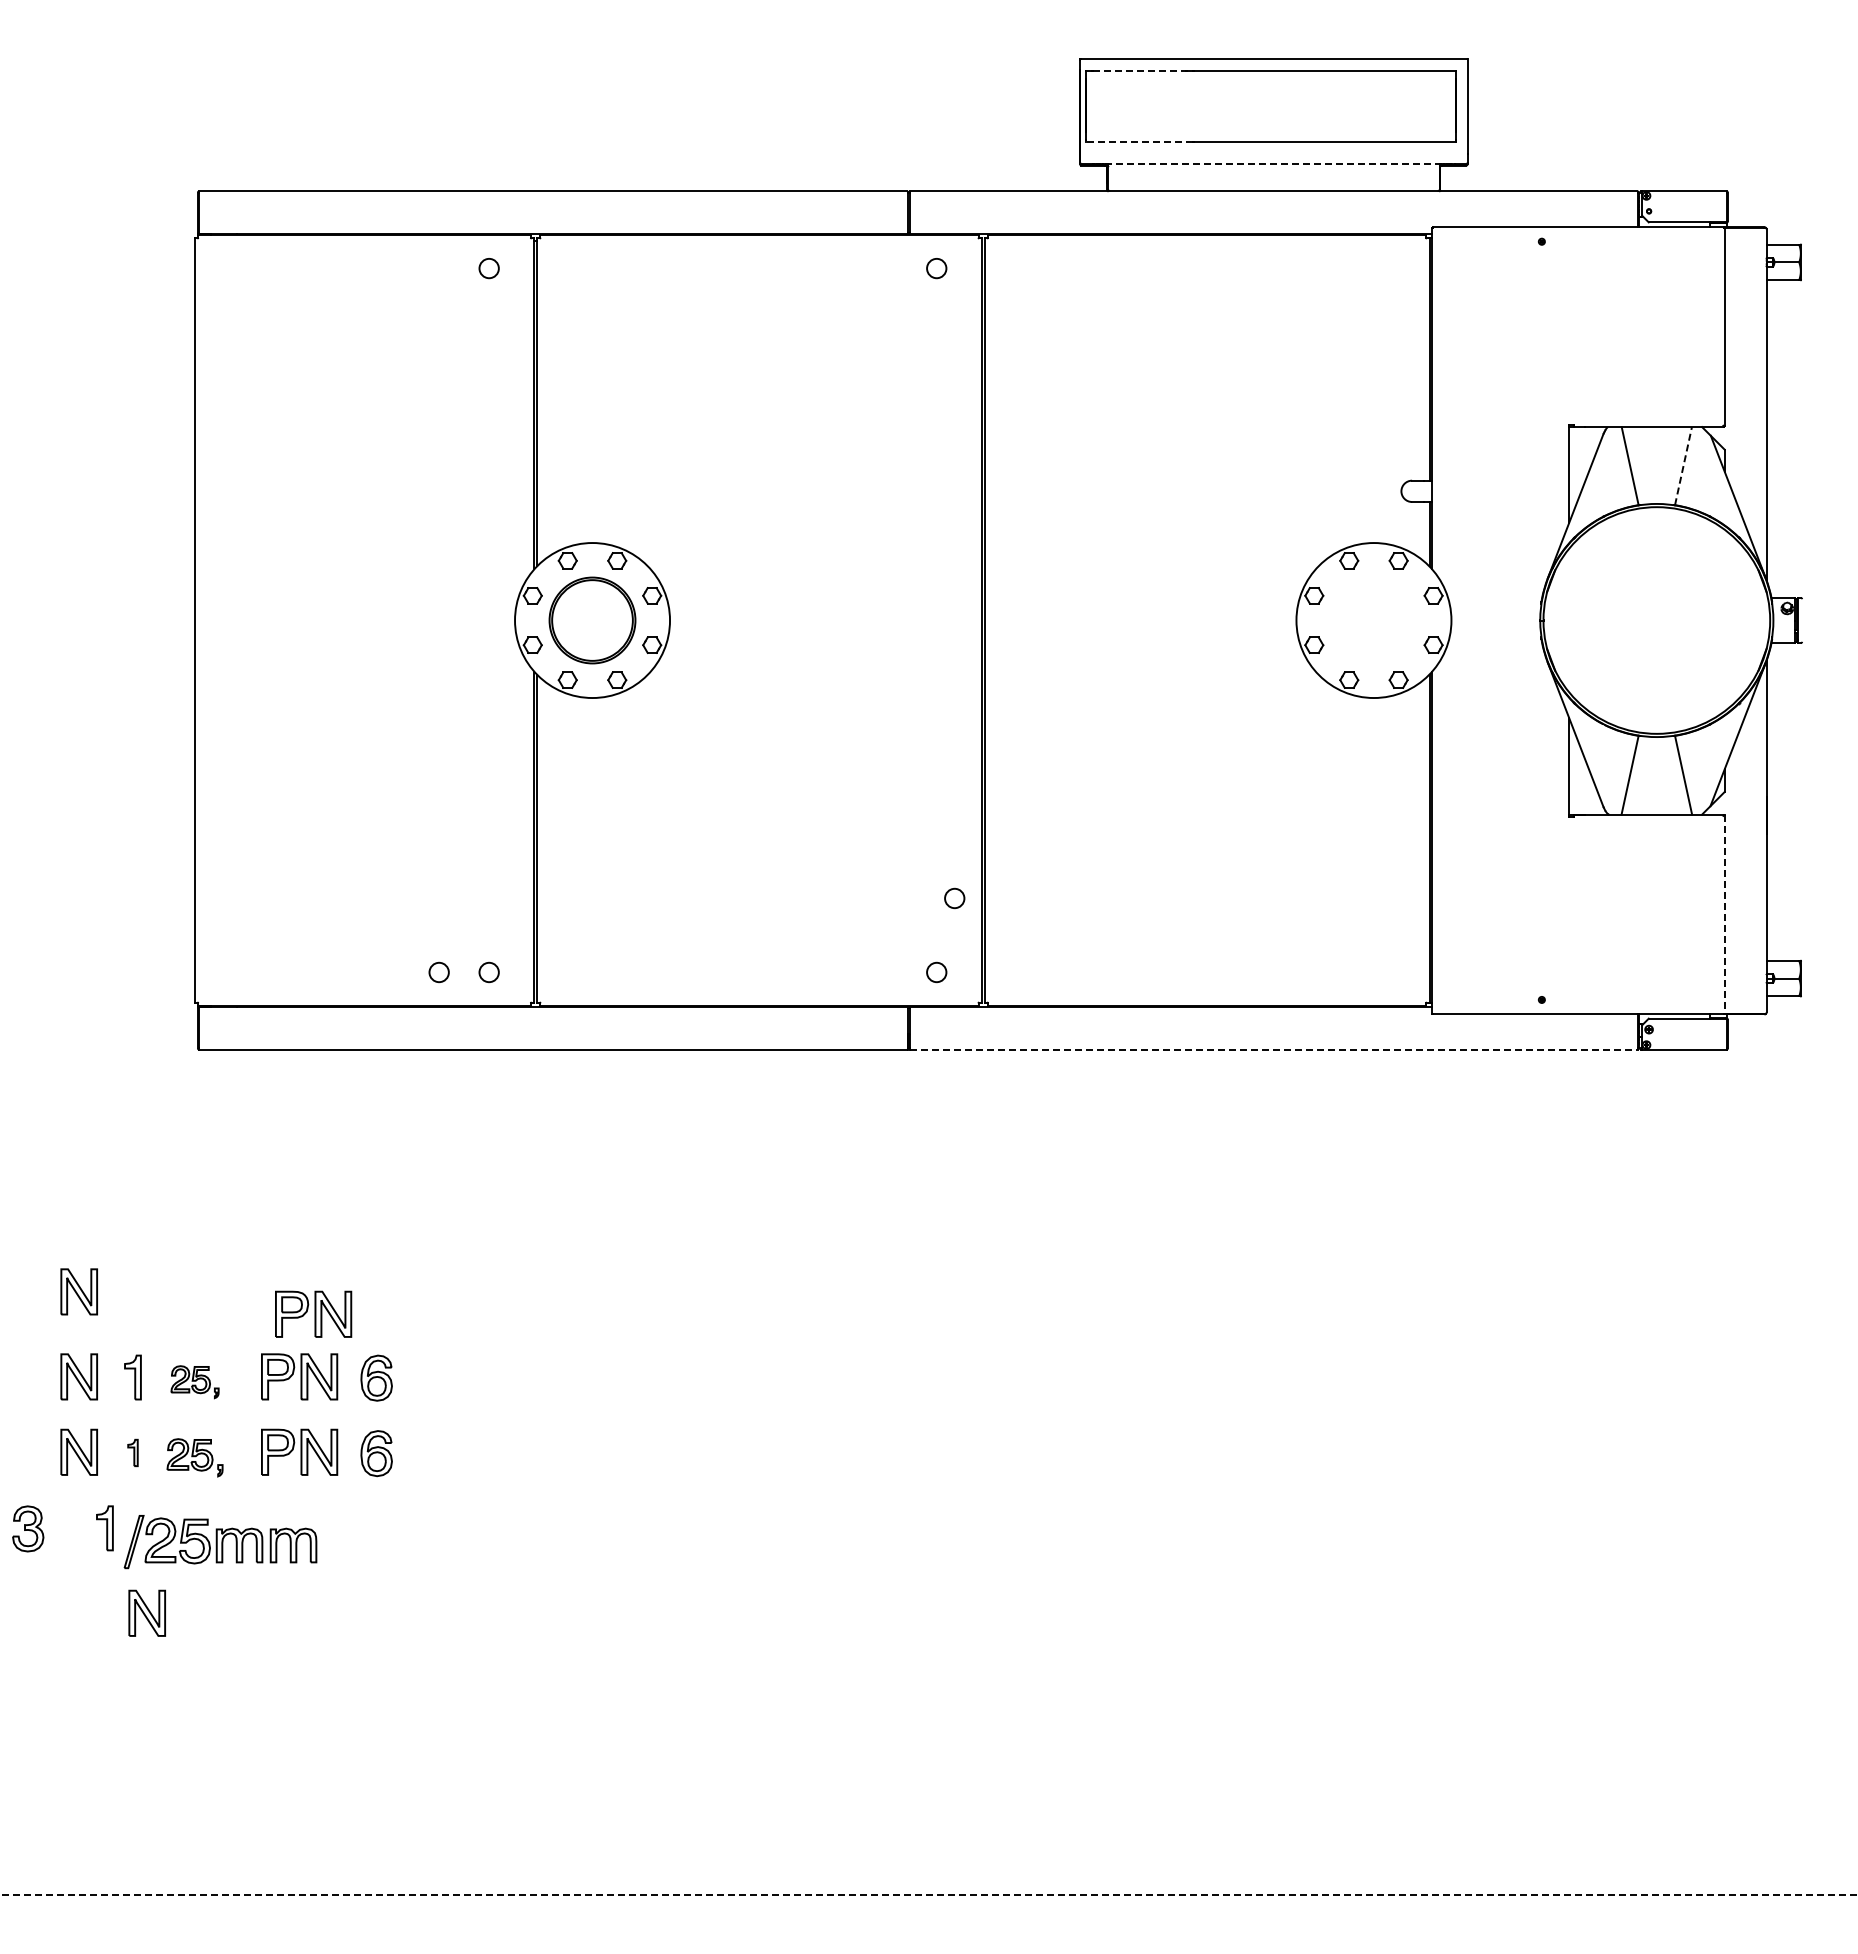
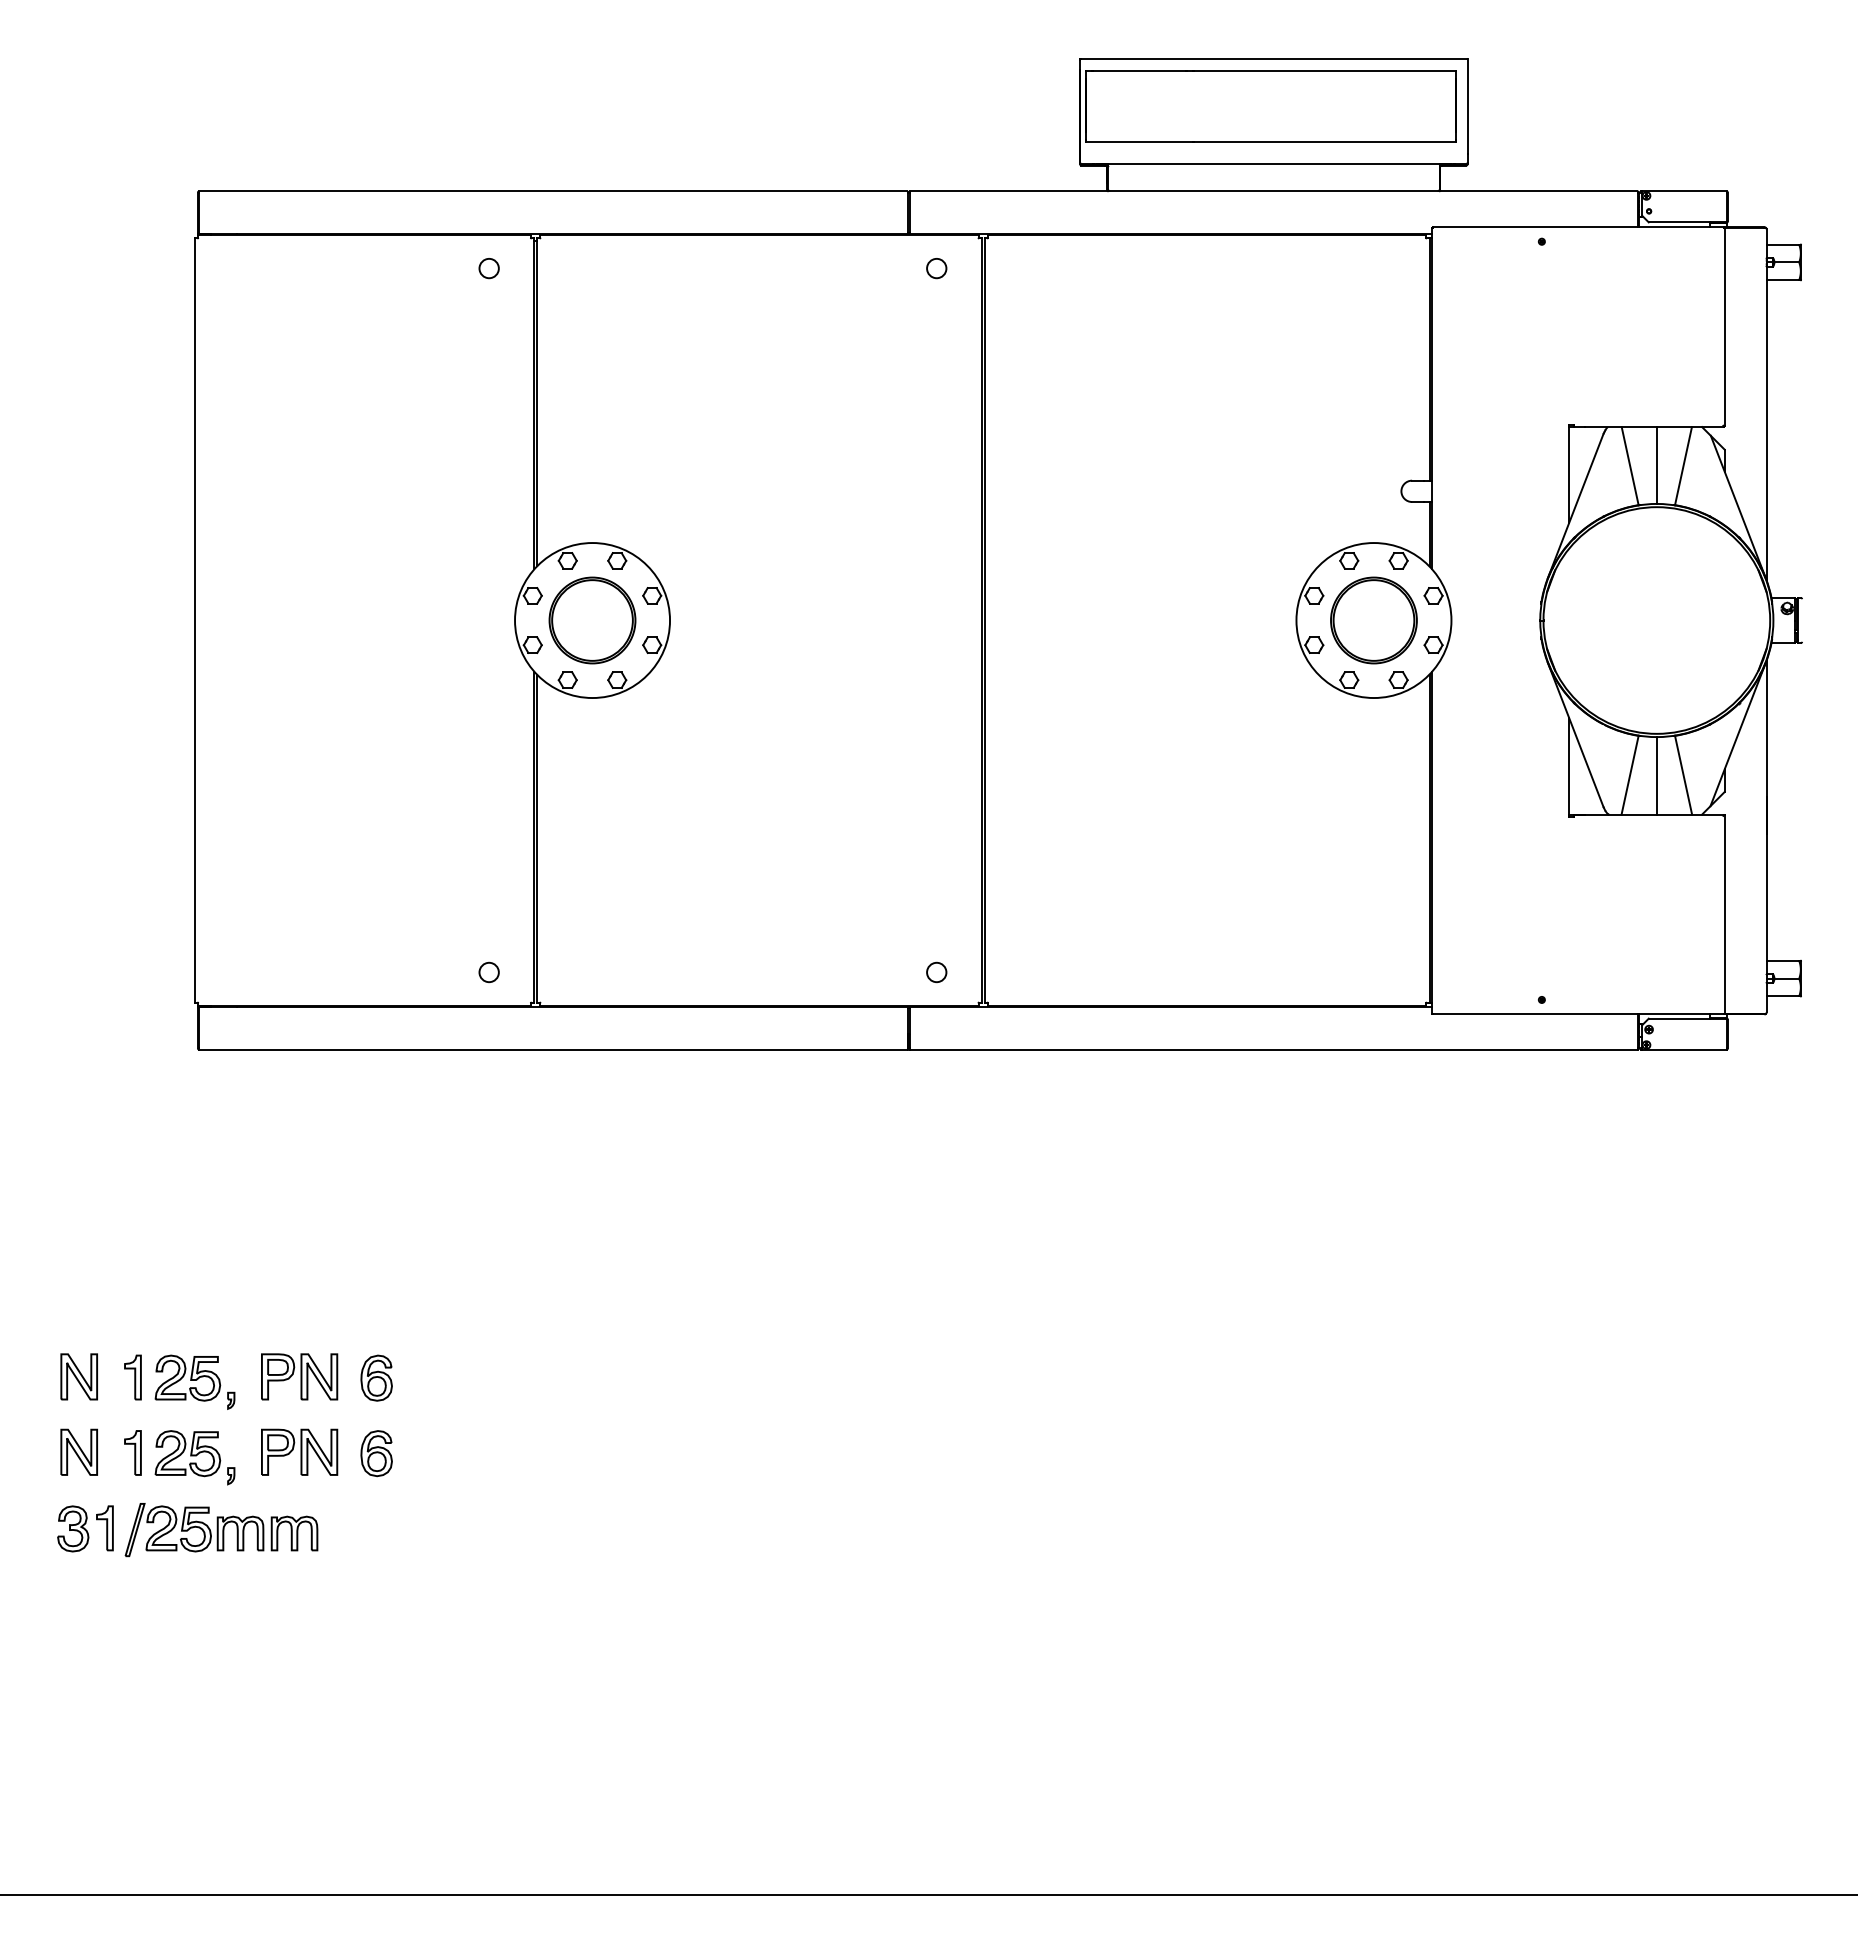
line at (1139, 70): dashed -> solid
line at (1139, 141): dashed -> solid
line at (1274, 163): dashed -> solid
line at (1656, 465): none -> present
line at (1683, 466): dashed -> solid
part at (1373, 620): none -> present
line at (1656, 775): none -> present
circle at (954, 898): present -> none
line at (1724, 915): dashed -> solid
circle at (438, 972): present -> none
line at (1273, 1049): dashed -> solid
part at (78, 1291): present -> none
part at (313, 1313): present -> none
part at (194, 1382) size: 50x35 px -> 82x56 px
part at (132, 1452) size: 12x30 px -> 18x46 px
part at (194, 1457) size: 58x40 px -> 82x56 px
part at (28, 1528) position: (28, 1528) -> (73, 1528)
part at (220, 1542) position: (220, 1542) -> (221, 1530)
part at (146, 1612): present -> none
line at (928, 1895): dashed -> solid
